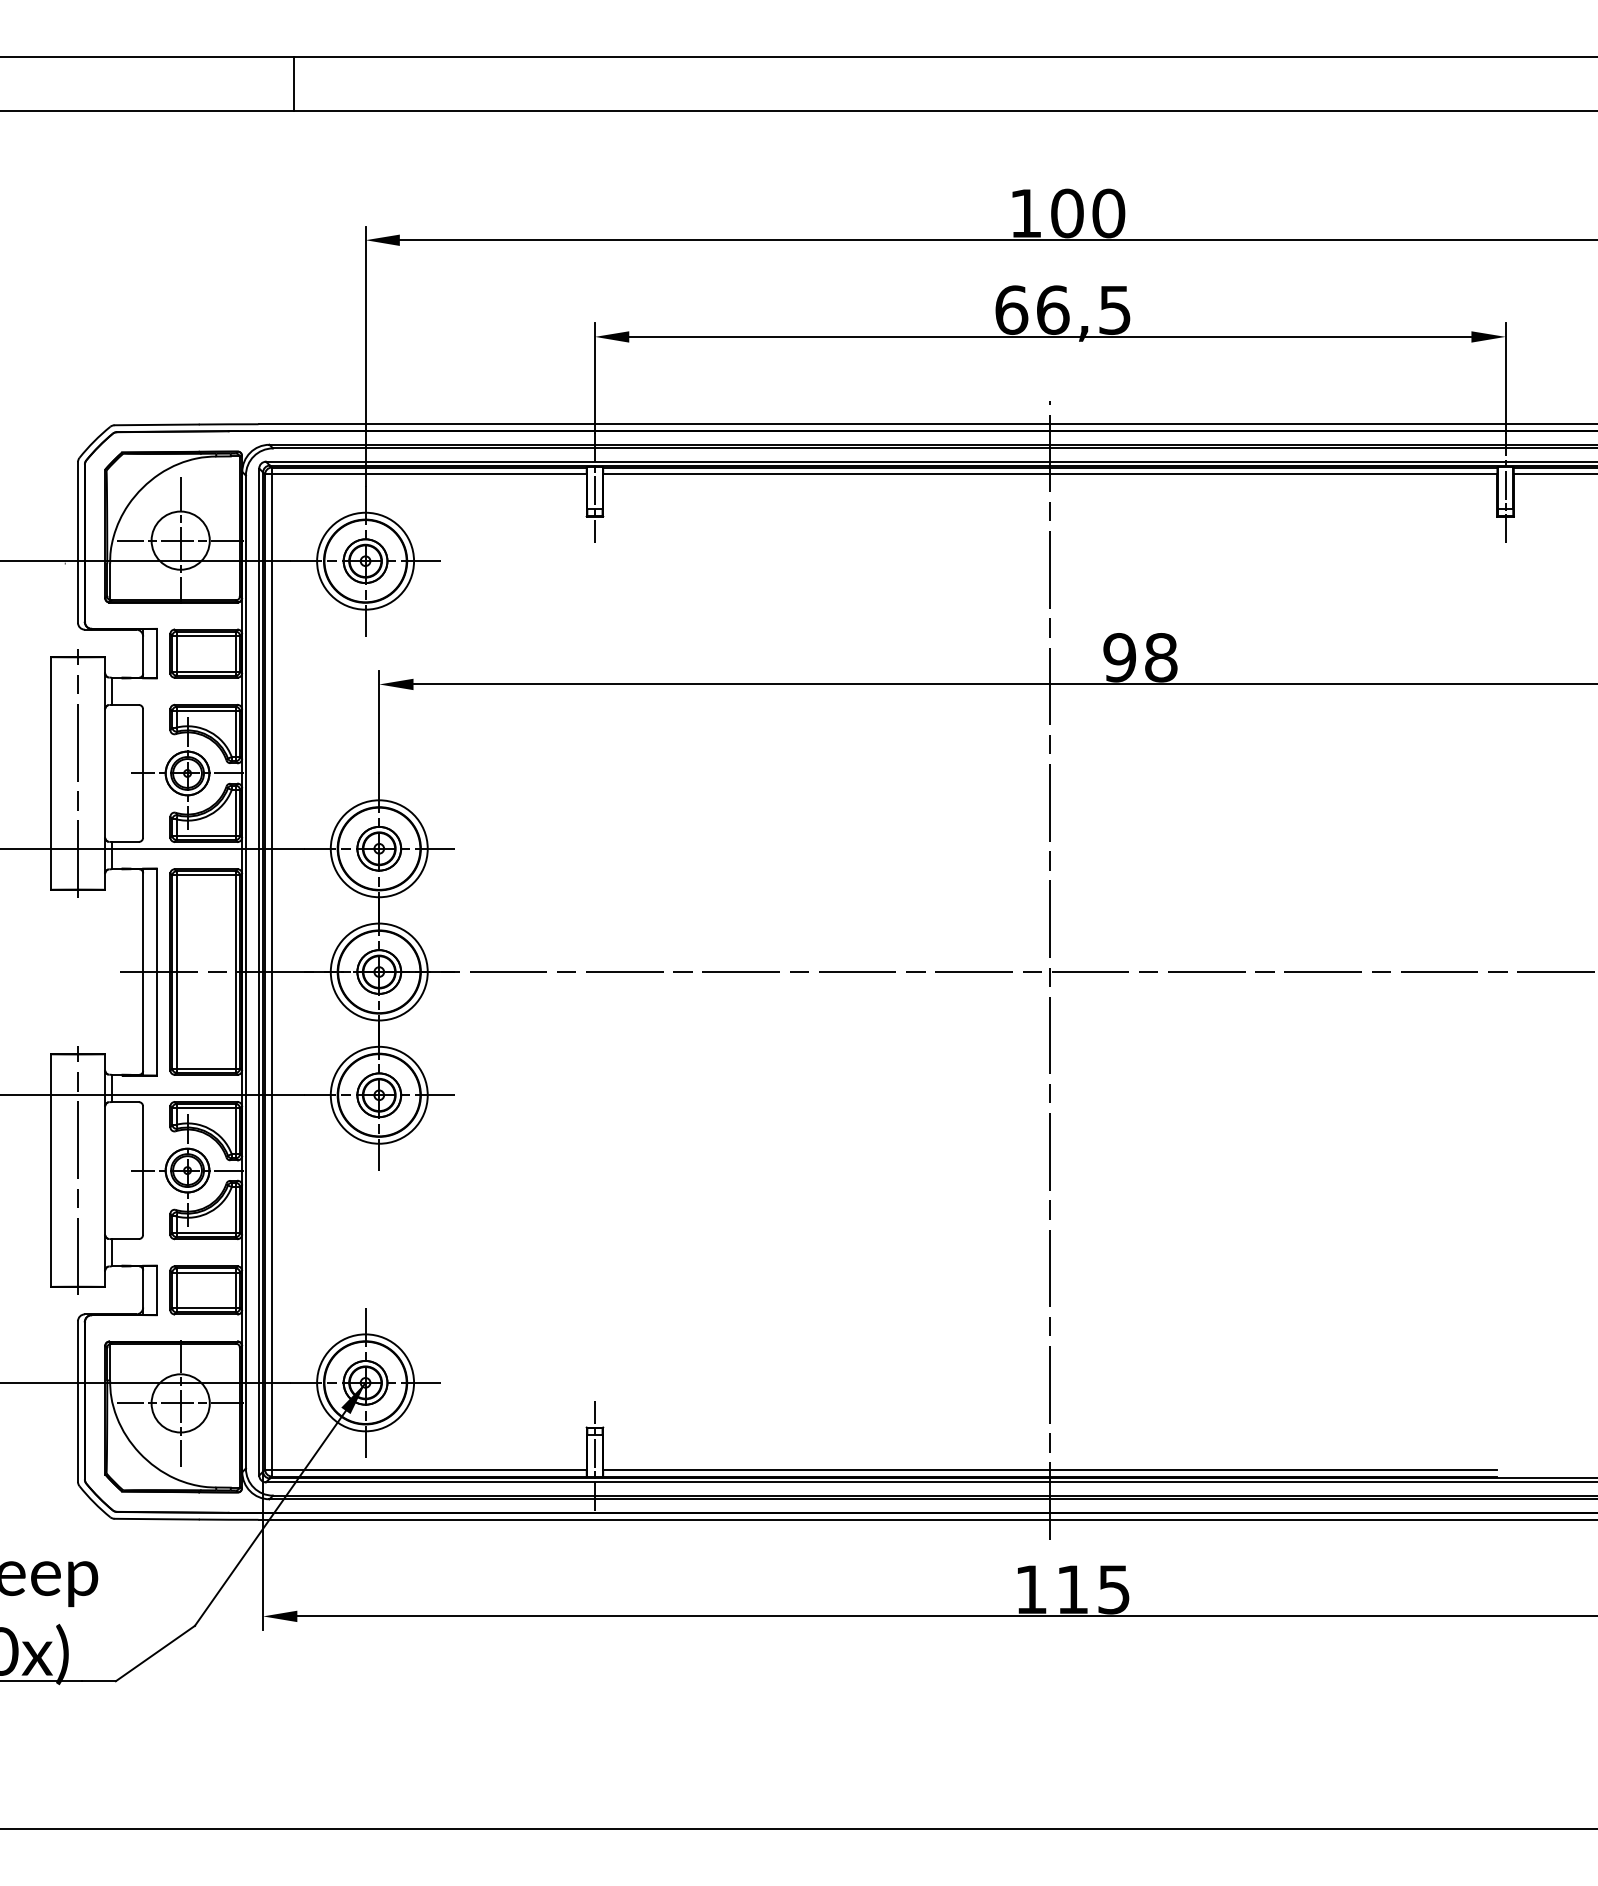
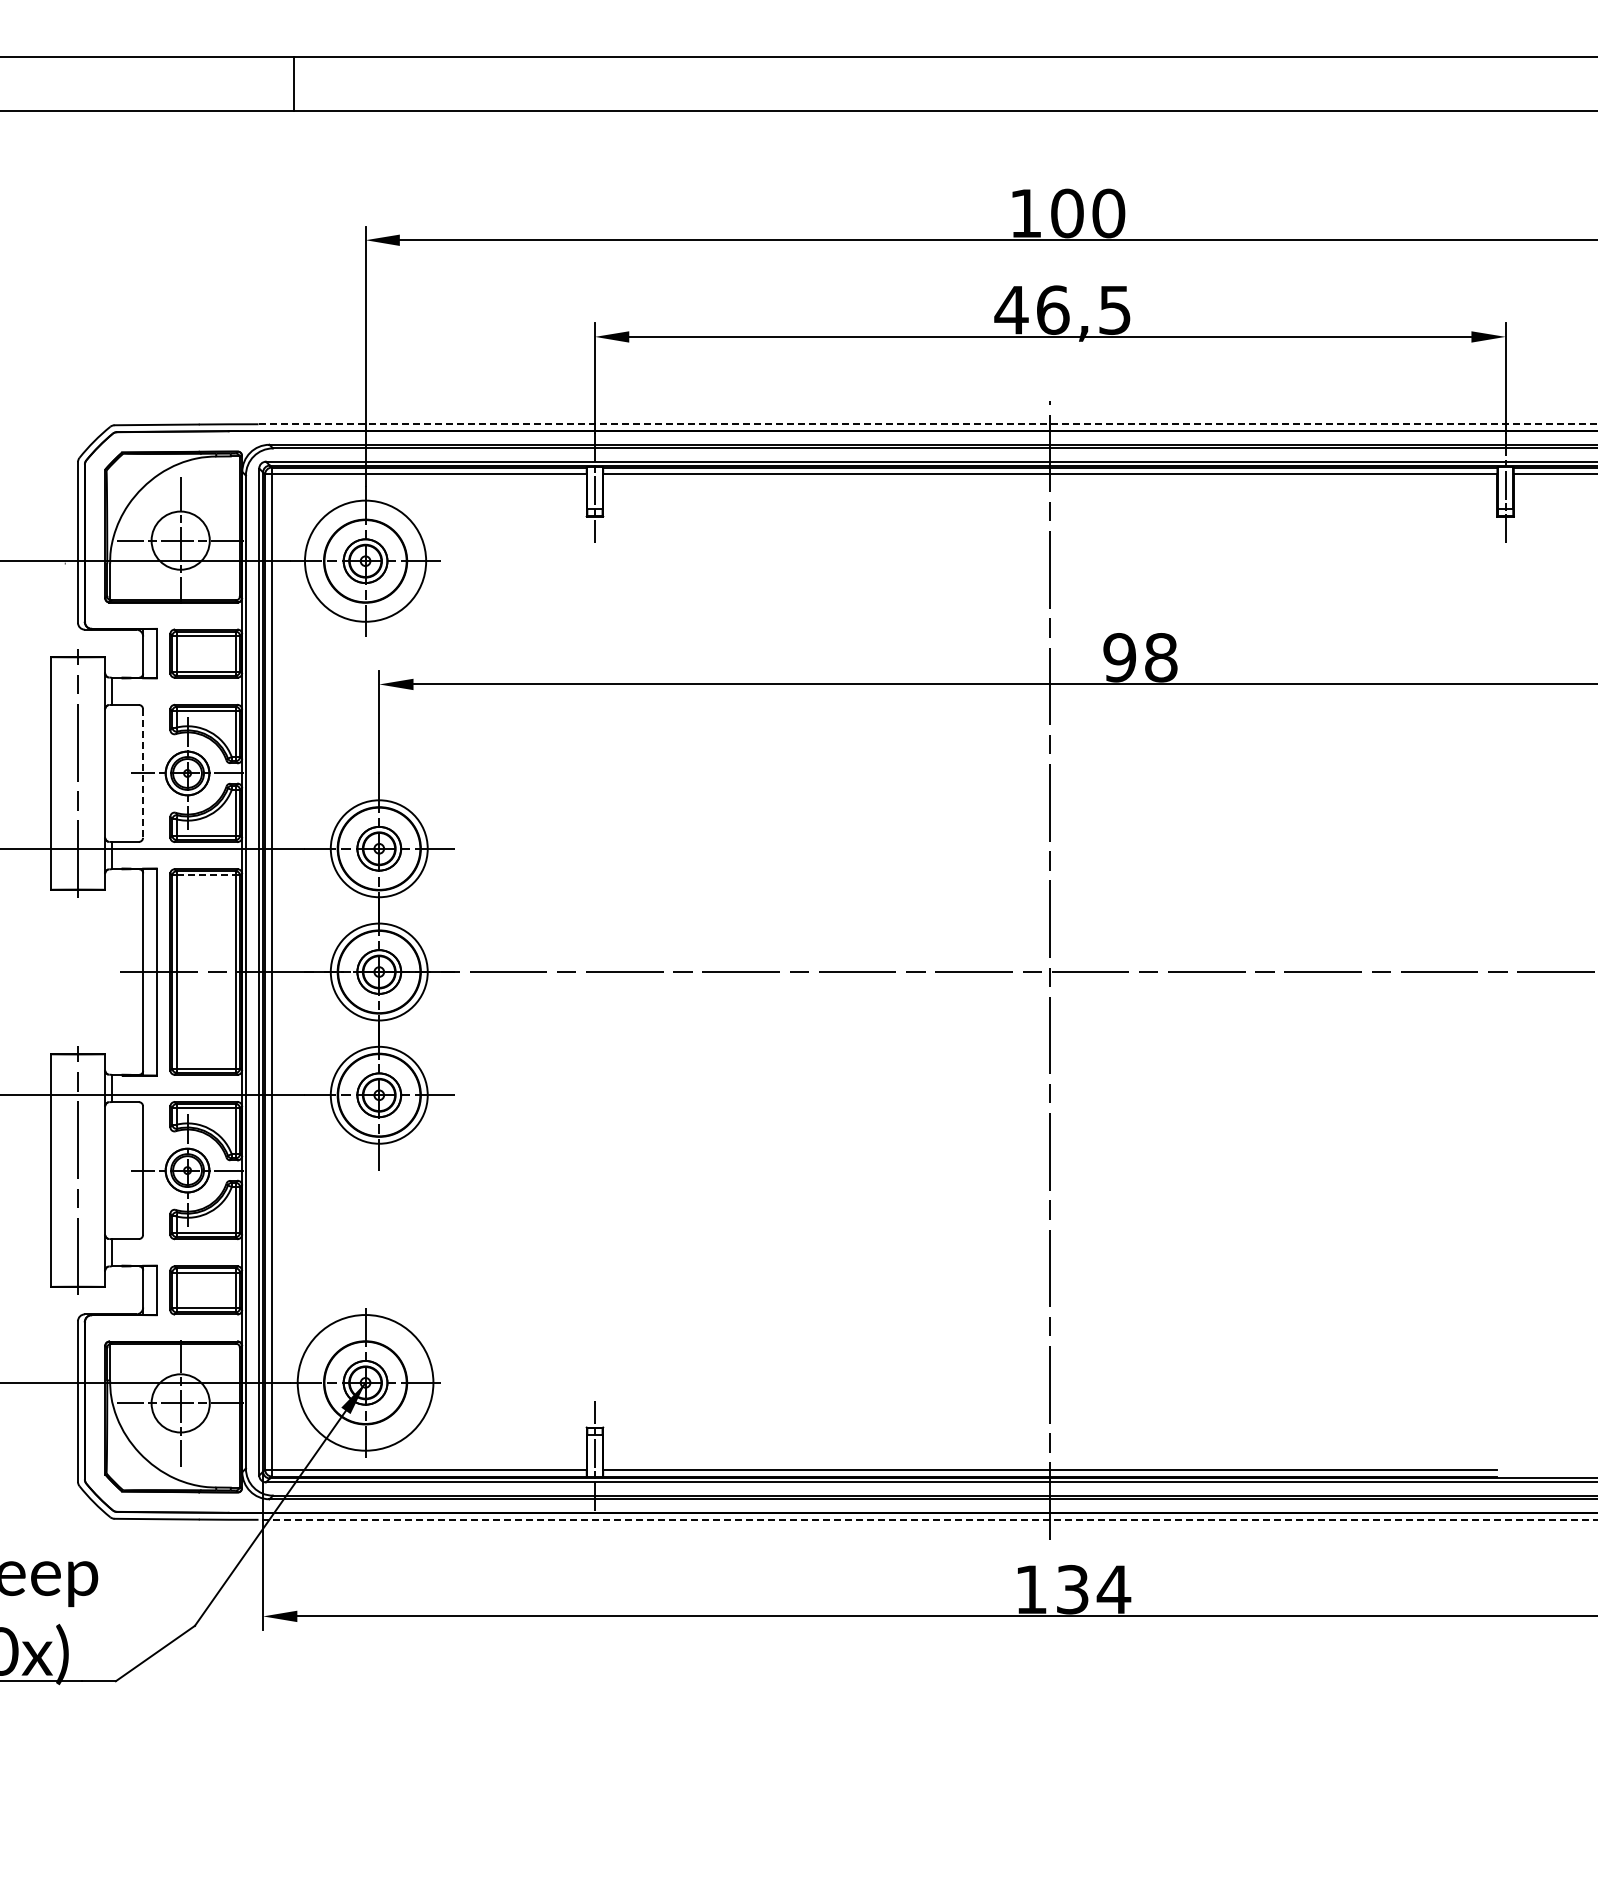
text at (1011, 309): 66,5 -> 46,5
line at (928, 424): solid -> dashed
circle at (365, 560) diameter: 97 px -> 121 px
line at (143, 773): solid -> dashed
line at (206, 875): solid -> dashed
circle at (365, 1382) diameter: 97 px -> 136 px
line at (927, 1519): solid -> dashed
text at (1094, 1589): 115 -> 134
line at (798, 1829): present -> none
